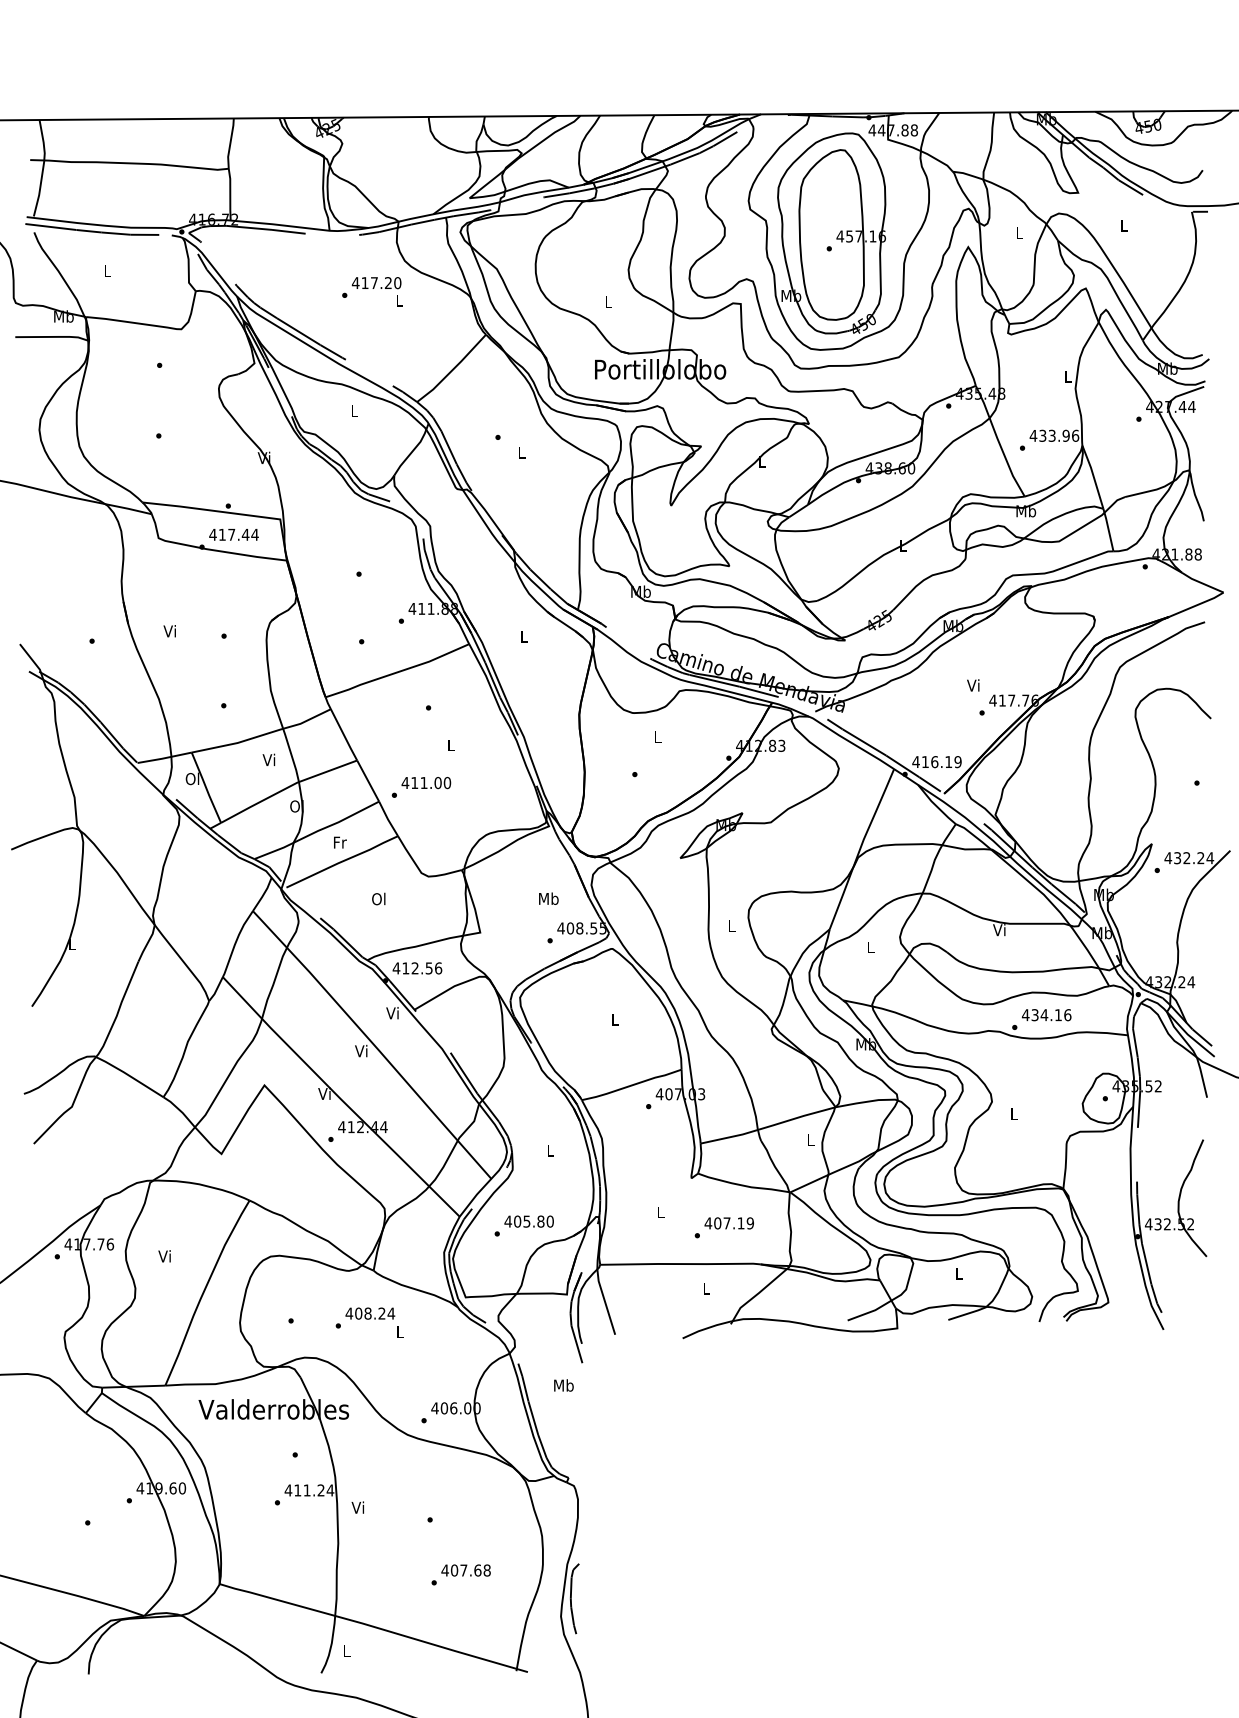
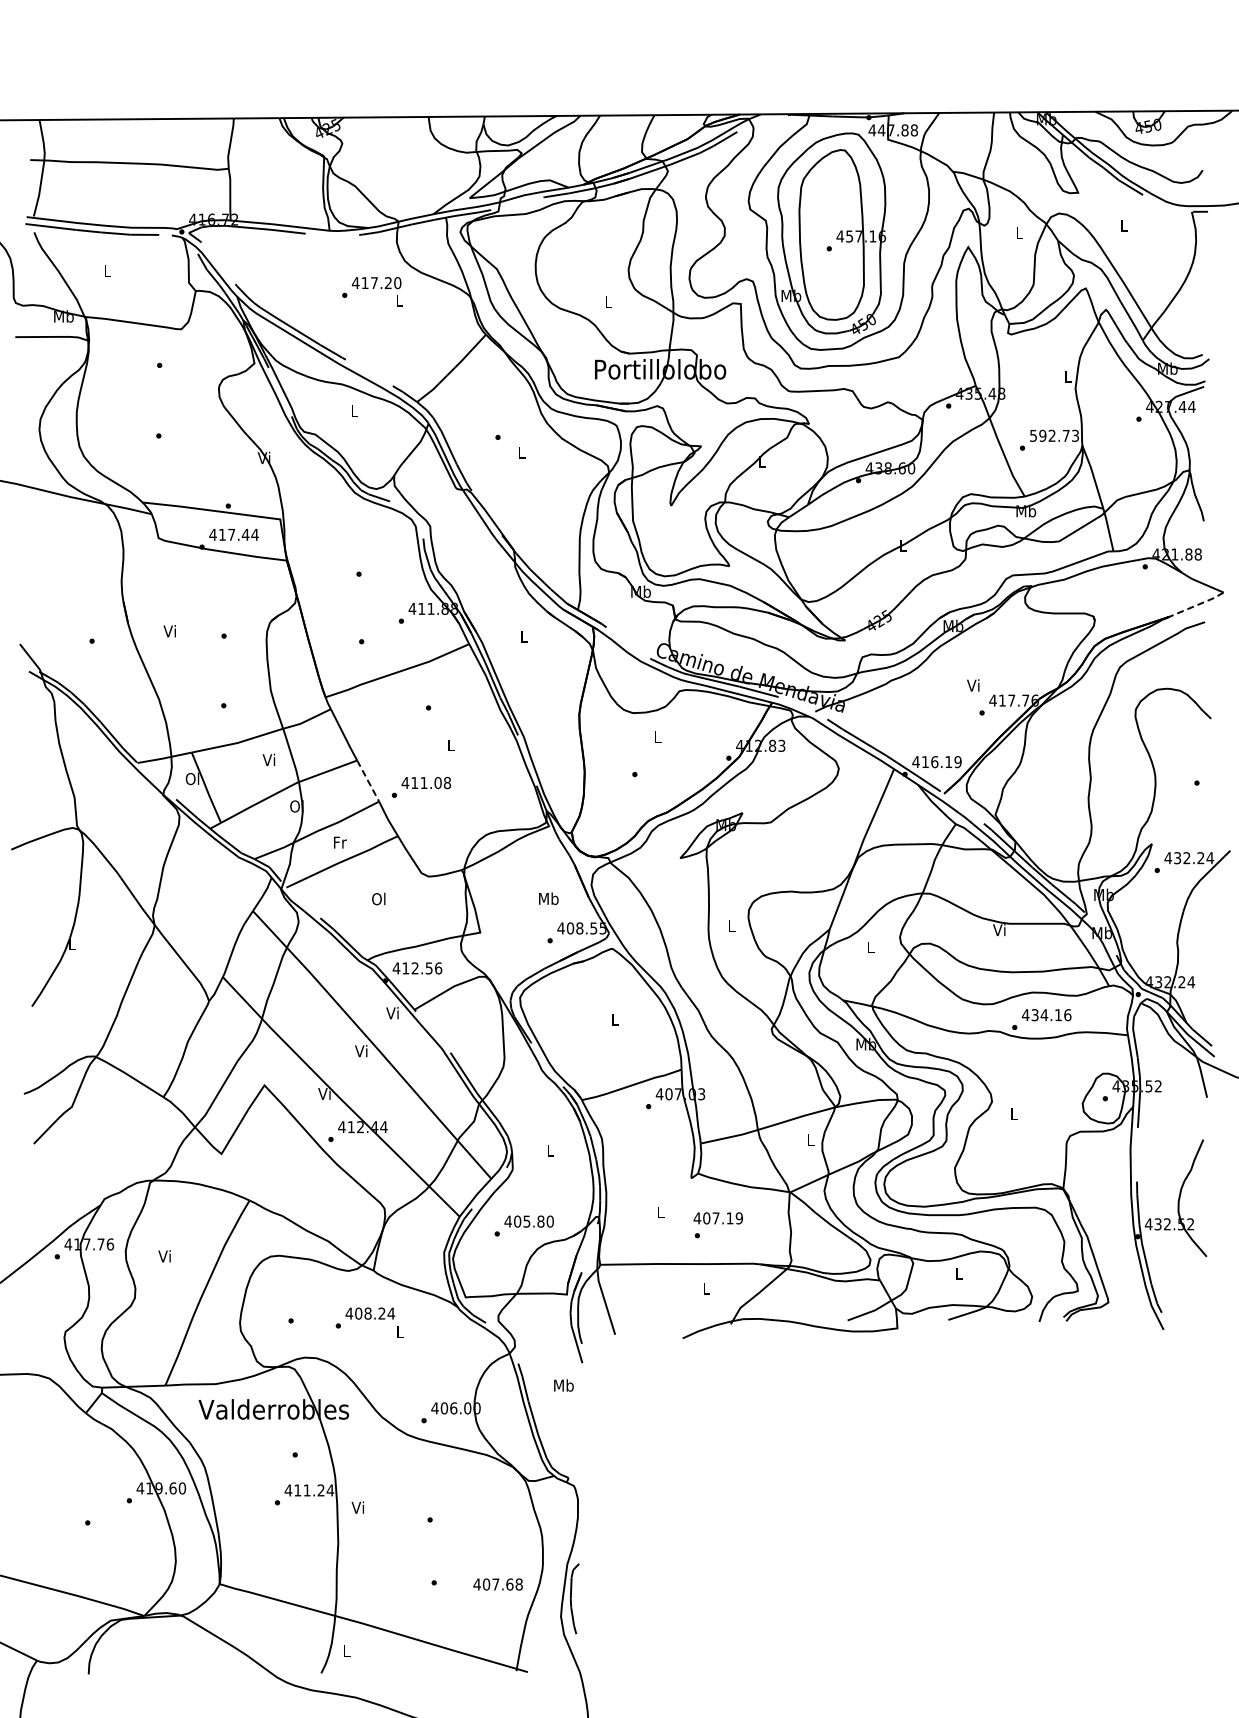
text at (1054, 435): 433.96 -> 592.73
line at (1196, 605): solid -> dashed
line at (368, 781): solid -> dashed
text at (447, 782): 411.00 -> 411.08
text at (728, 1223) position: (728, 1223) -> (717, 1218)
text at (465, 1570) position: (465, 1570) -> (497, 1584)
